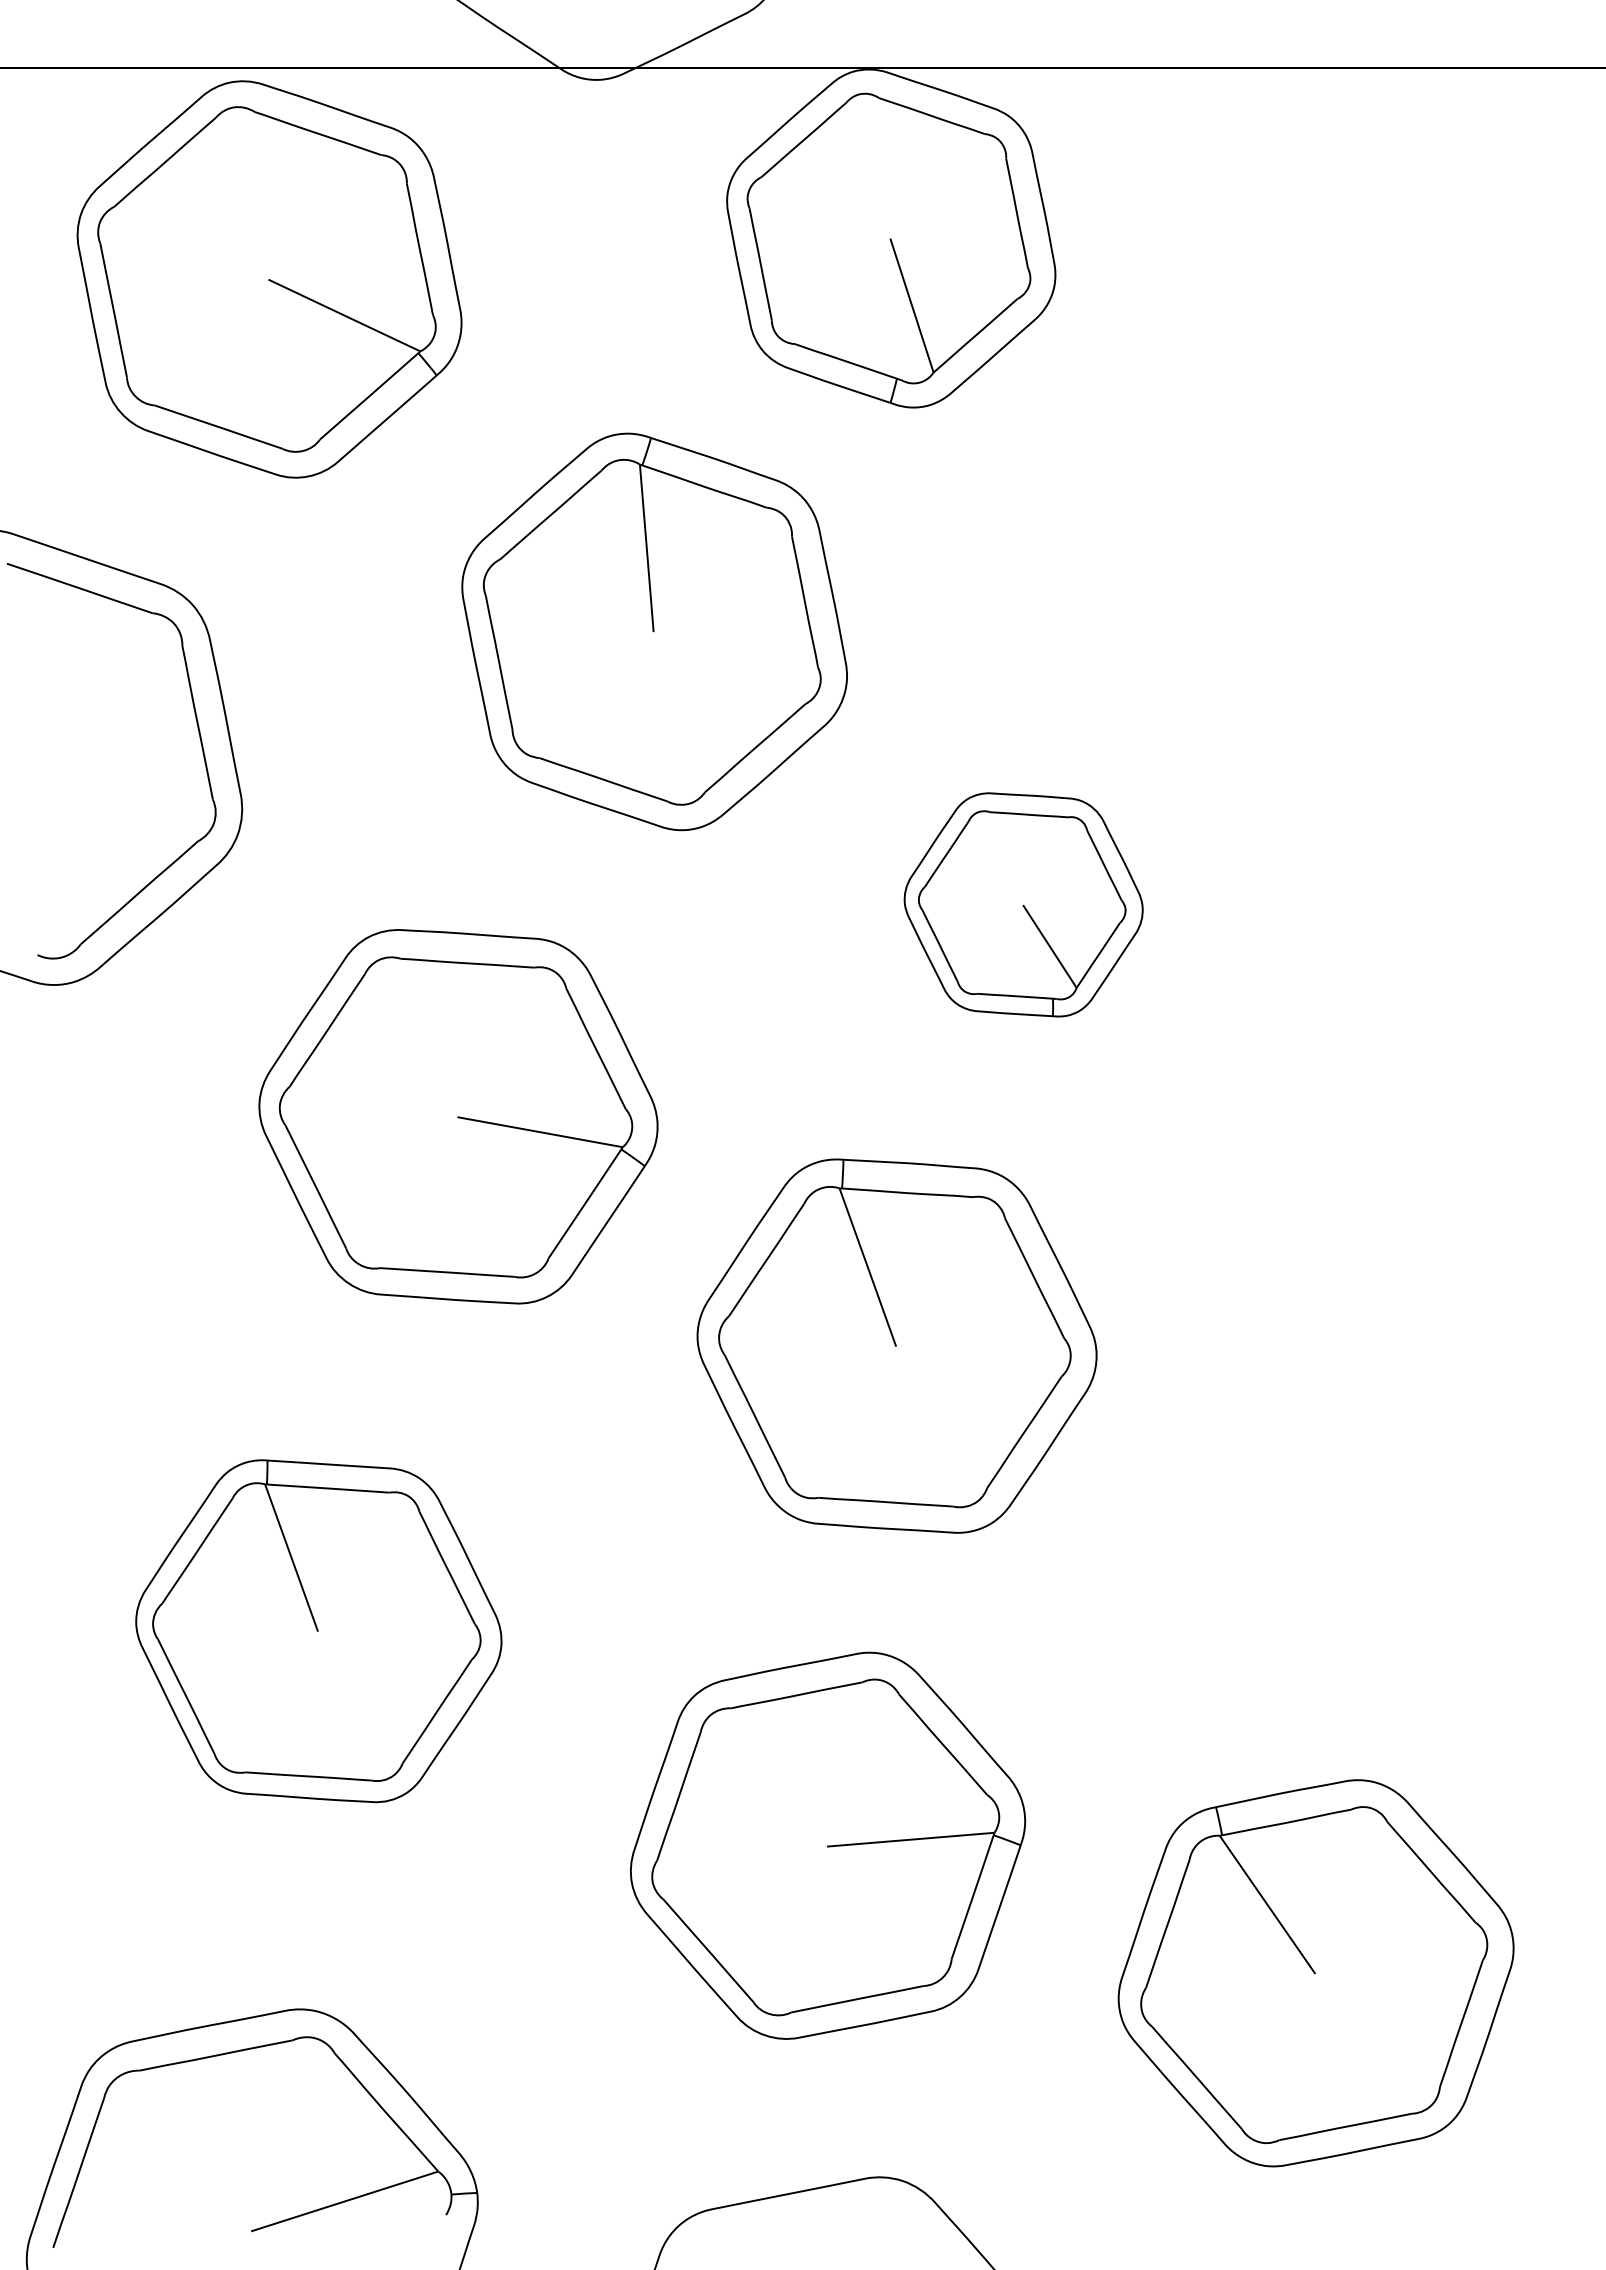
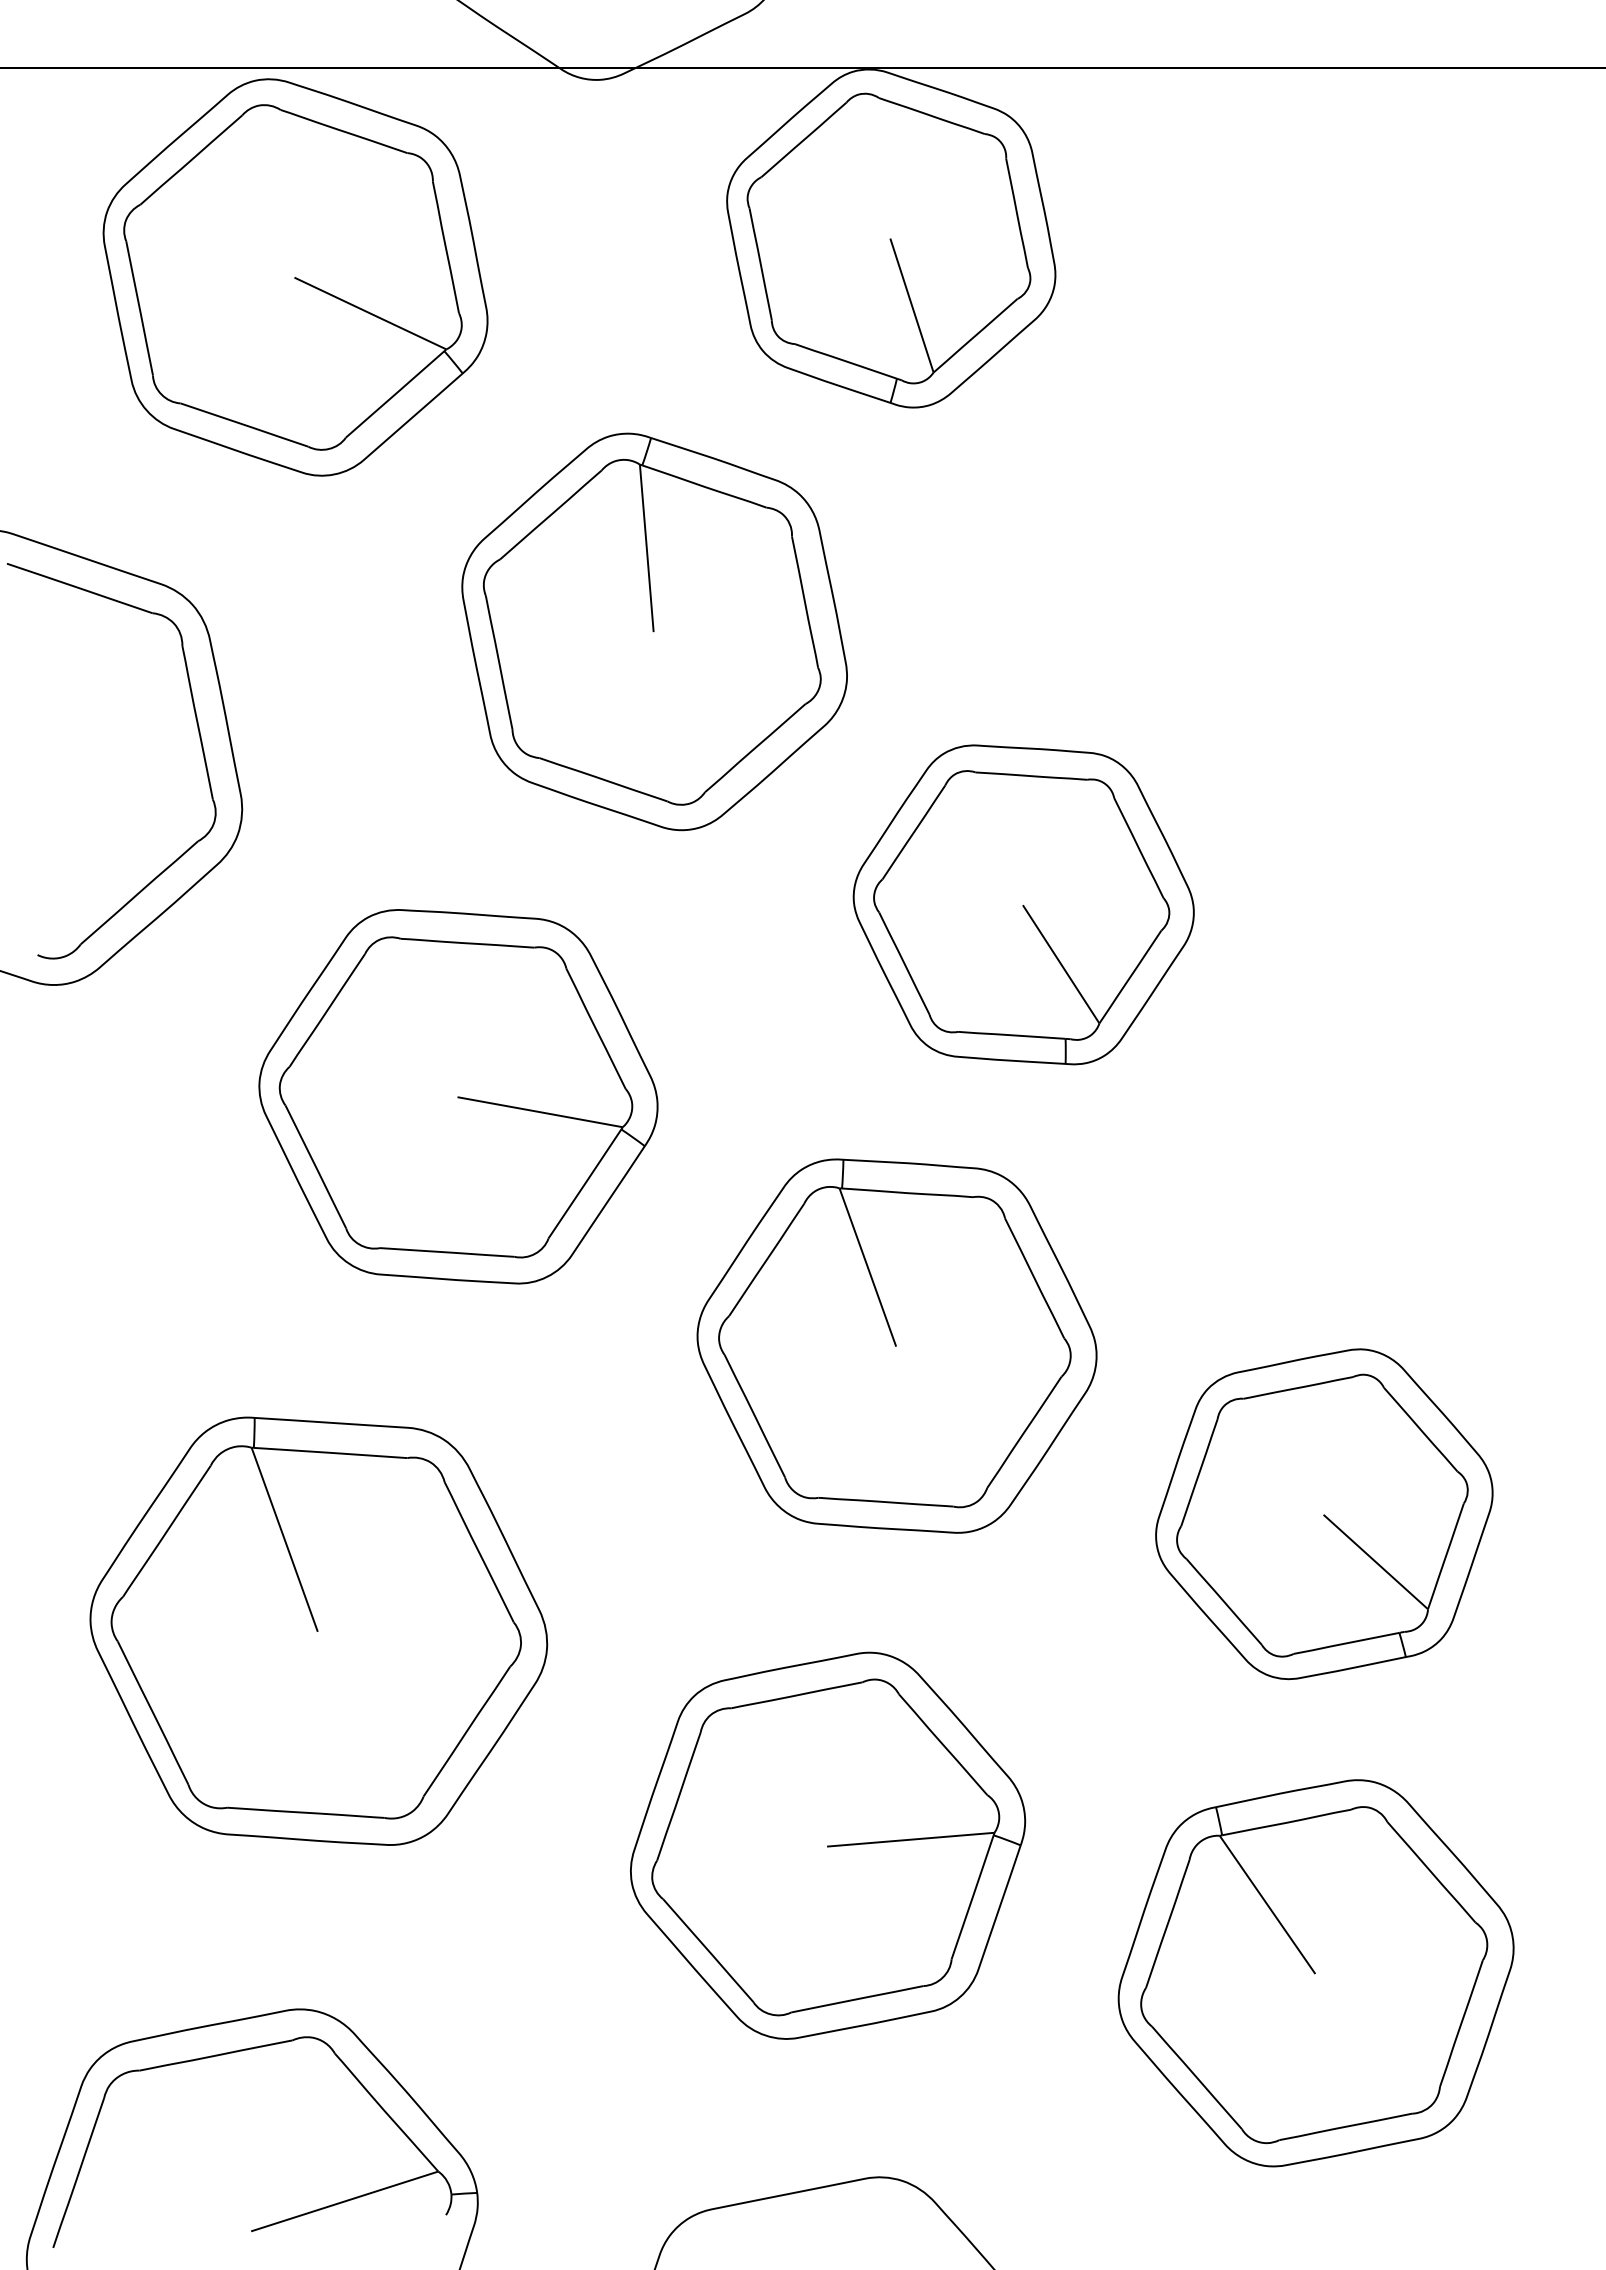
part at (269, 279) position: (269, 279) -> (295, 277)
part at (1023, 904) size: 241x226 px -> 343x322 px
part at (458, 1116) position: (458, 1116) -> (458, 1096)
part at (1324, 1514): none -> present
part at (318, 1631) size: 368x345 px -> 460x430 px
